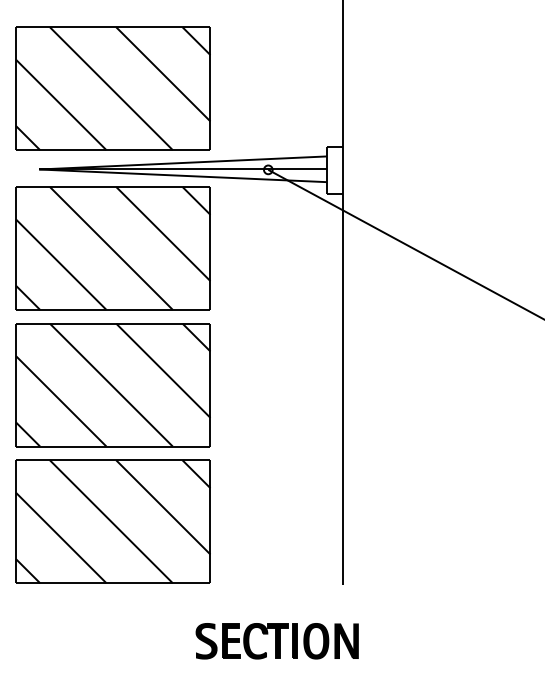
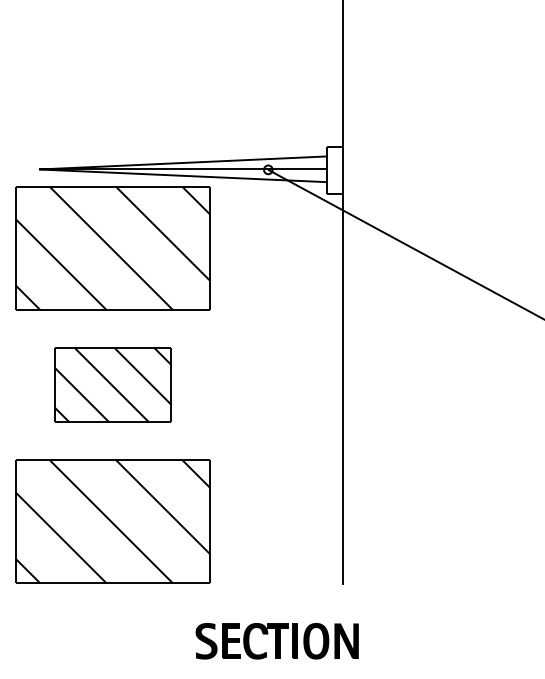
part at (112, 88): present -> none
part at (112, 385) size: 196x125 px -> 118x76 px
